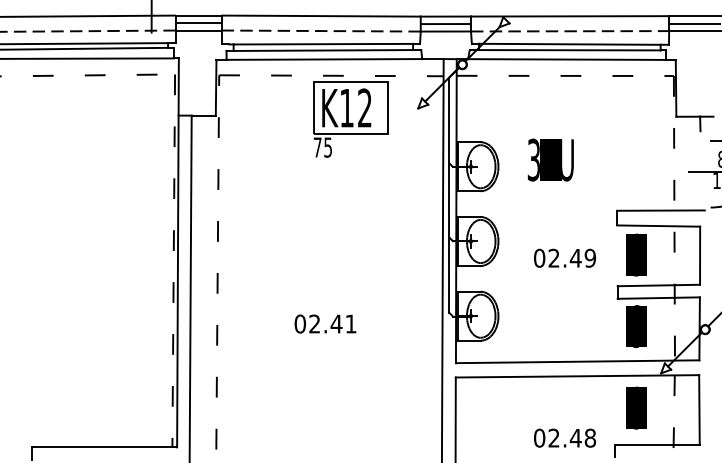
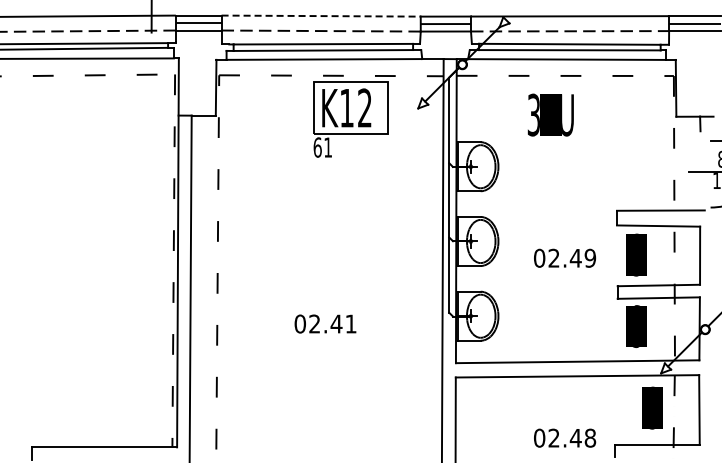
line at (321, 16): solid -> dashed
text at (322, 147): 75 -> 61
text at (550, 159) position: (550, 159) -> (550, 114)
text at (636, 407) position: (636, 407) -> (652, 407)
